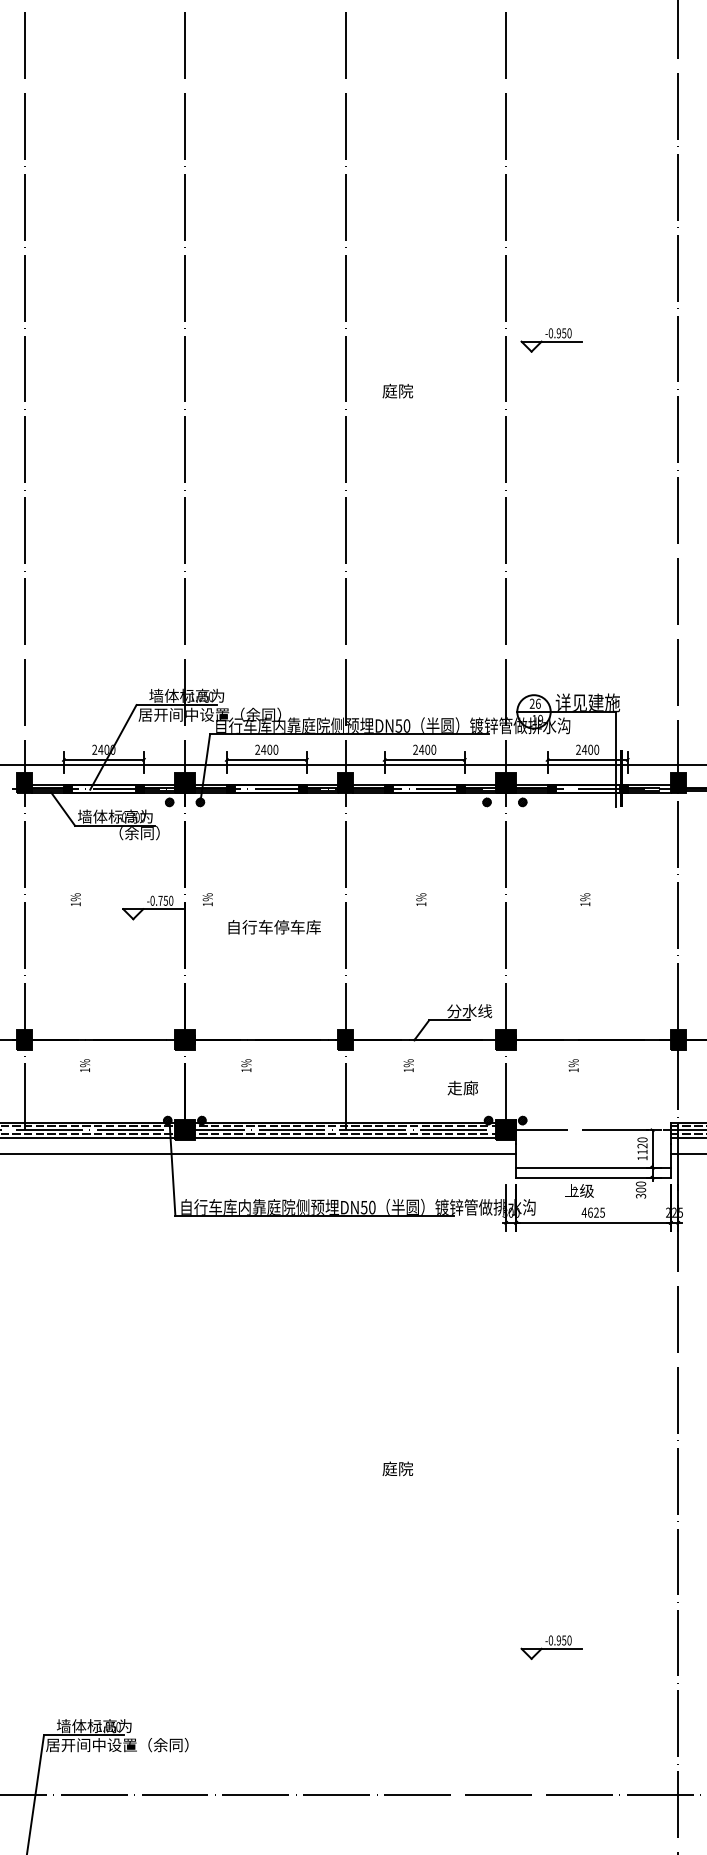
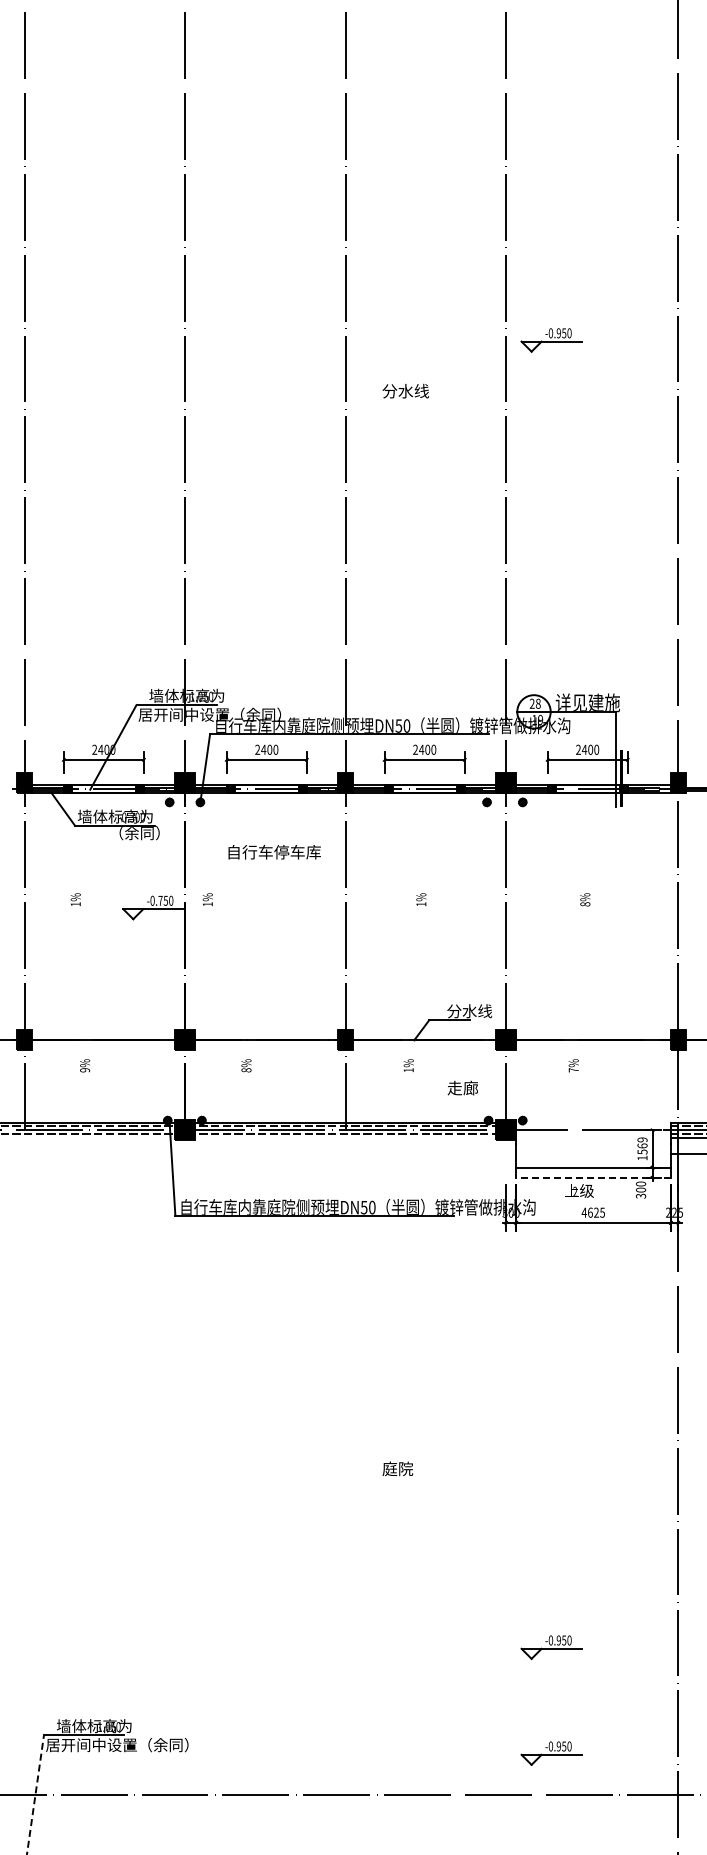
text at (405, 390): 庭院 -> 分水线
text at (537, 703): 26 -> 28
line at (352, 765): present -> none
text at (585, 904): 1% -> 8%
text at (274, 927) position: (274, 927) -> (274, 852)
text at (85, 1070): 1% -> 9%
text at (246, 1070): 1% -> 8%
text at (573, 1070): 1% -> 7%
line at (259, 1137): present -> none
text at (642, 1145): 1120 -> 1569
line at (259, 1154): present -> none
line at (592, 1177): solid -> dashed
part at (551, 1753): none -> present
line at (35, 1794): solid -> dashed
